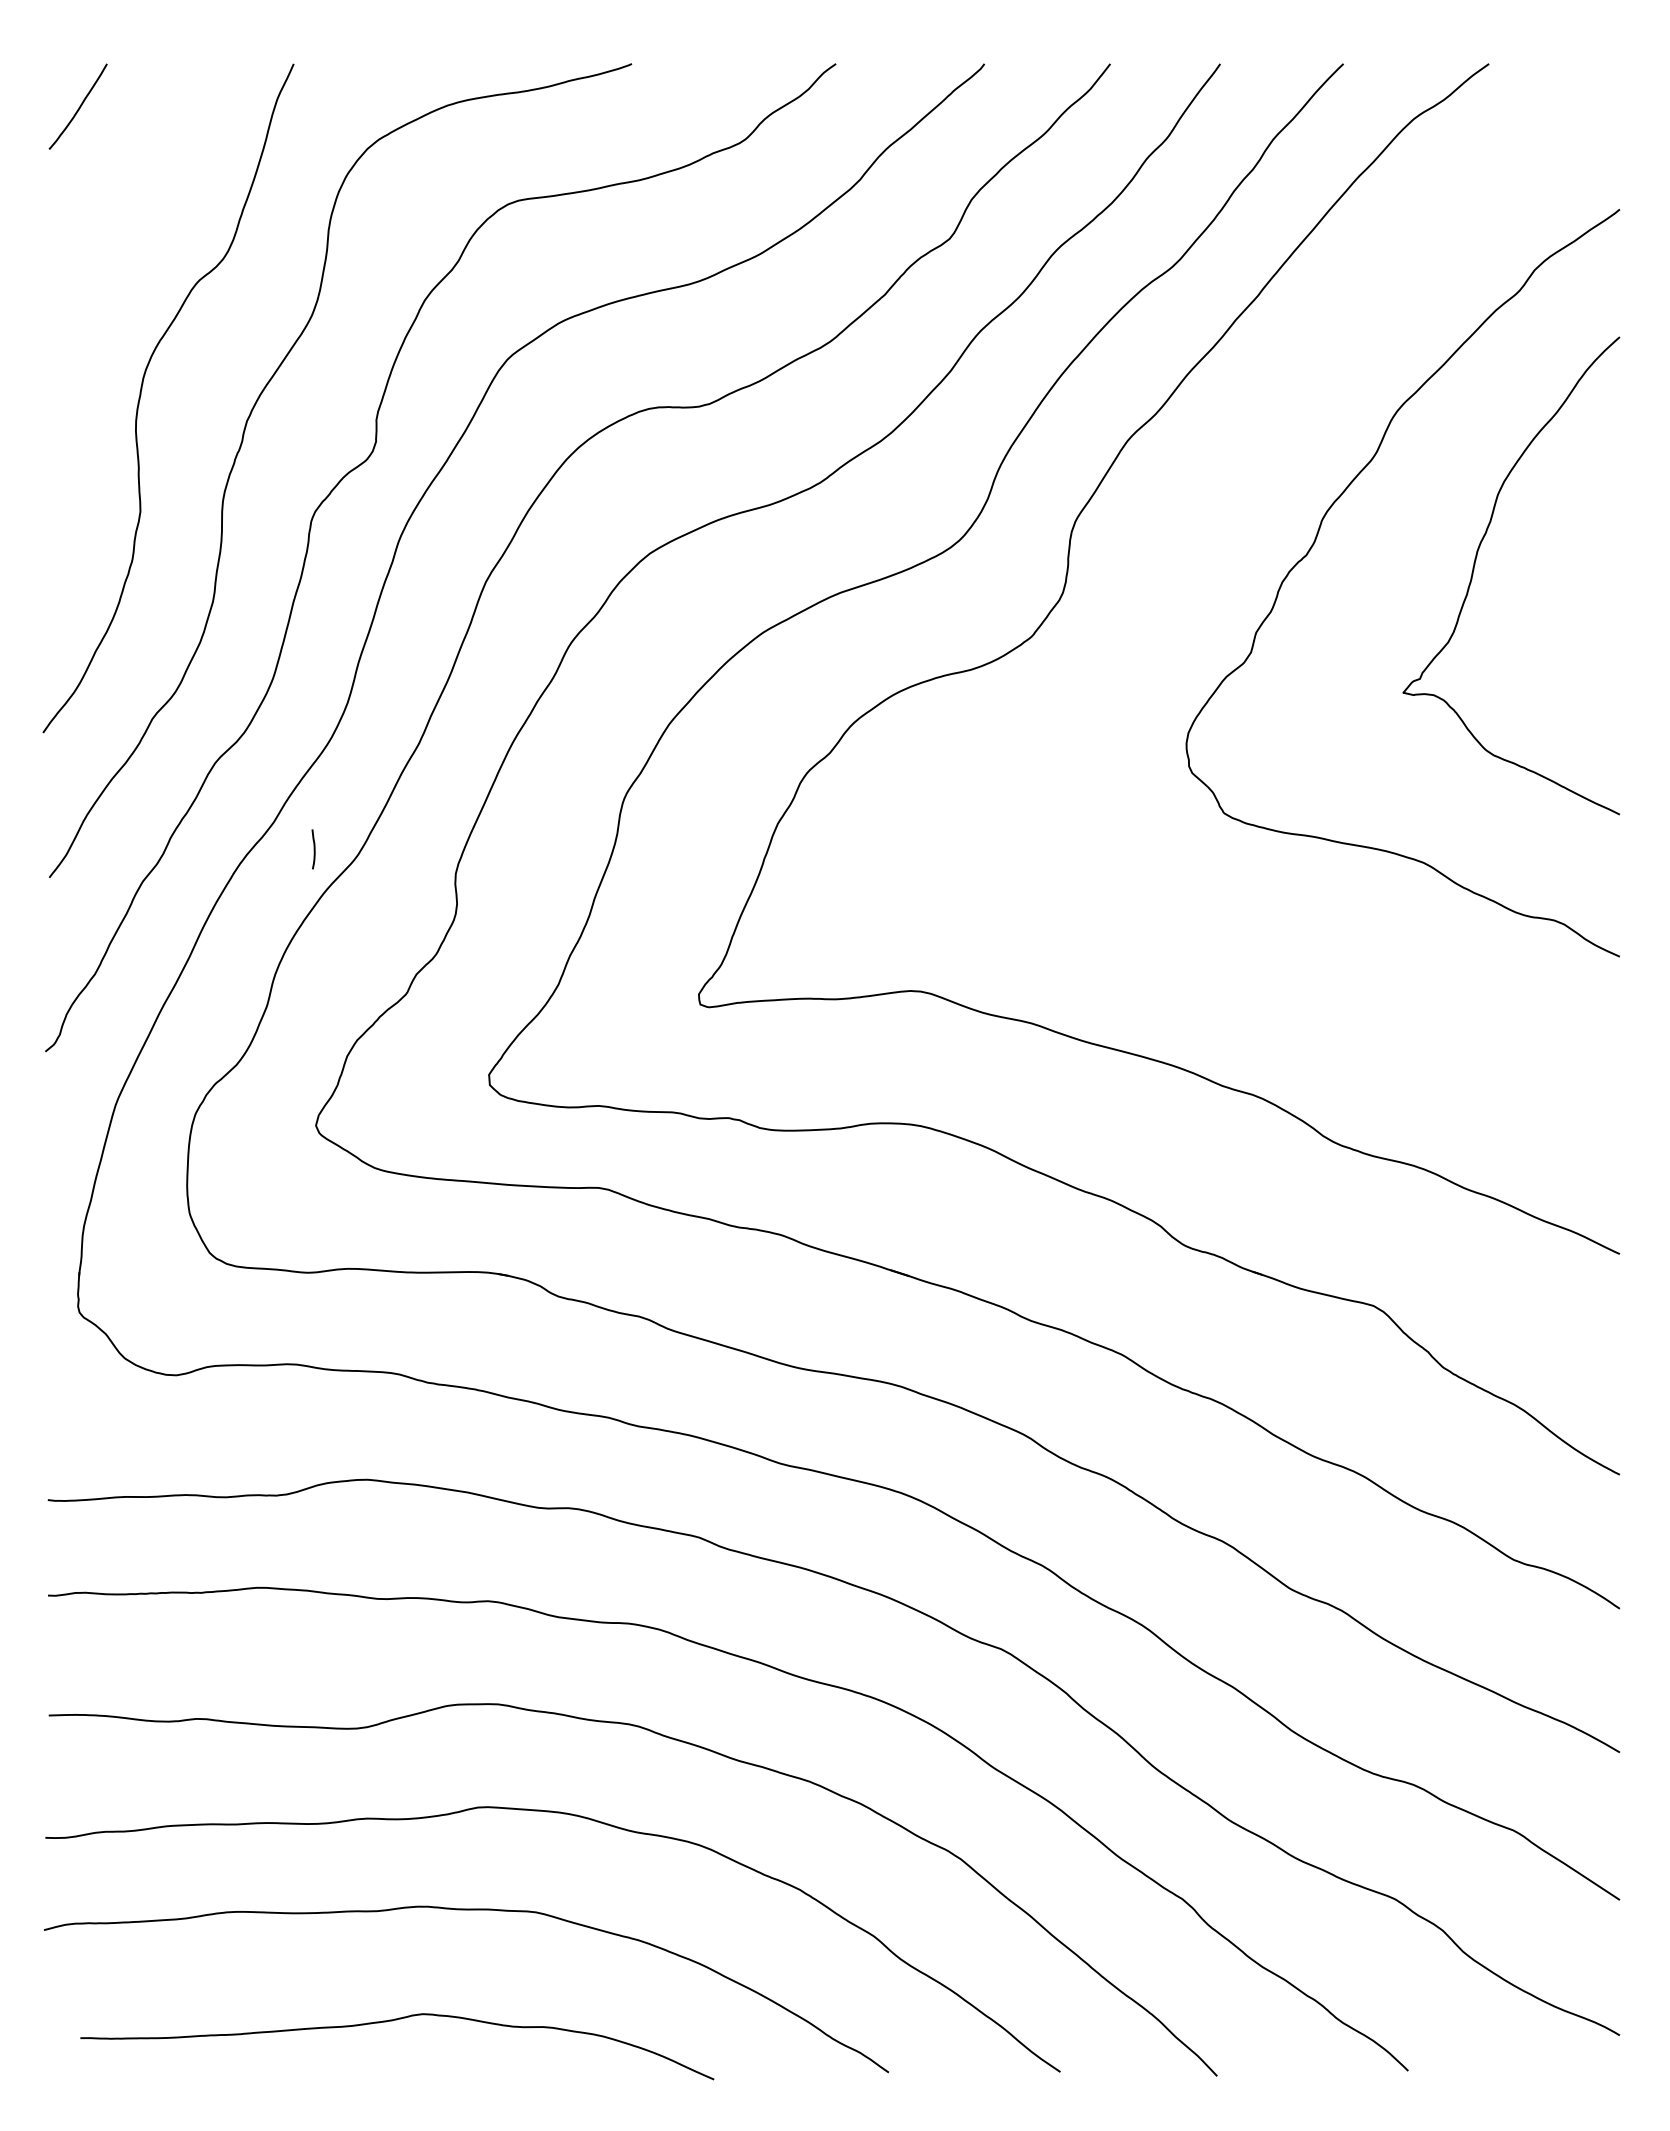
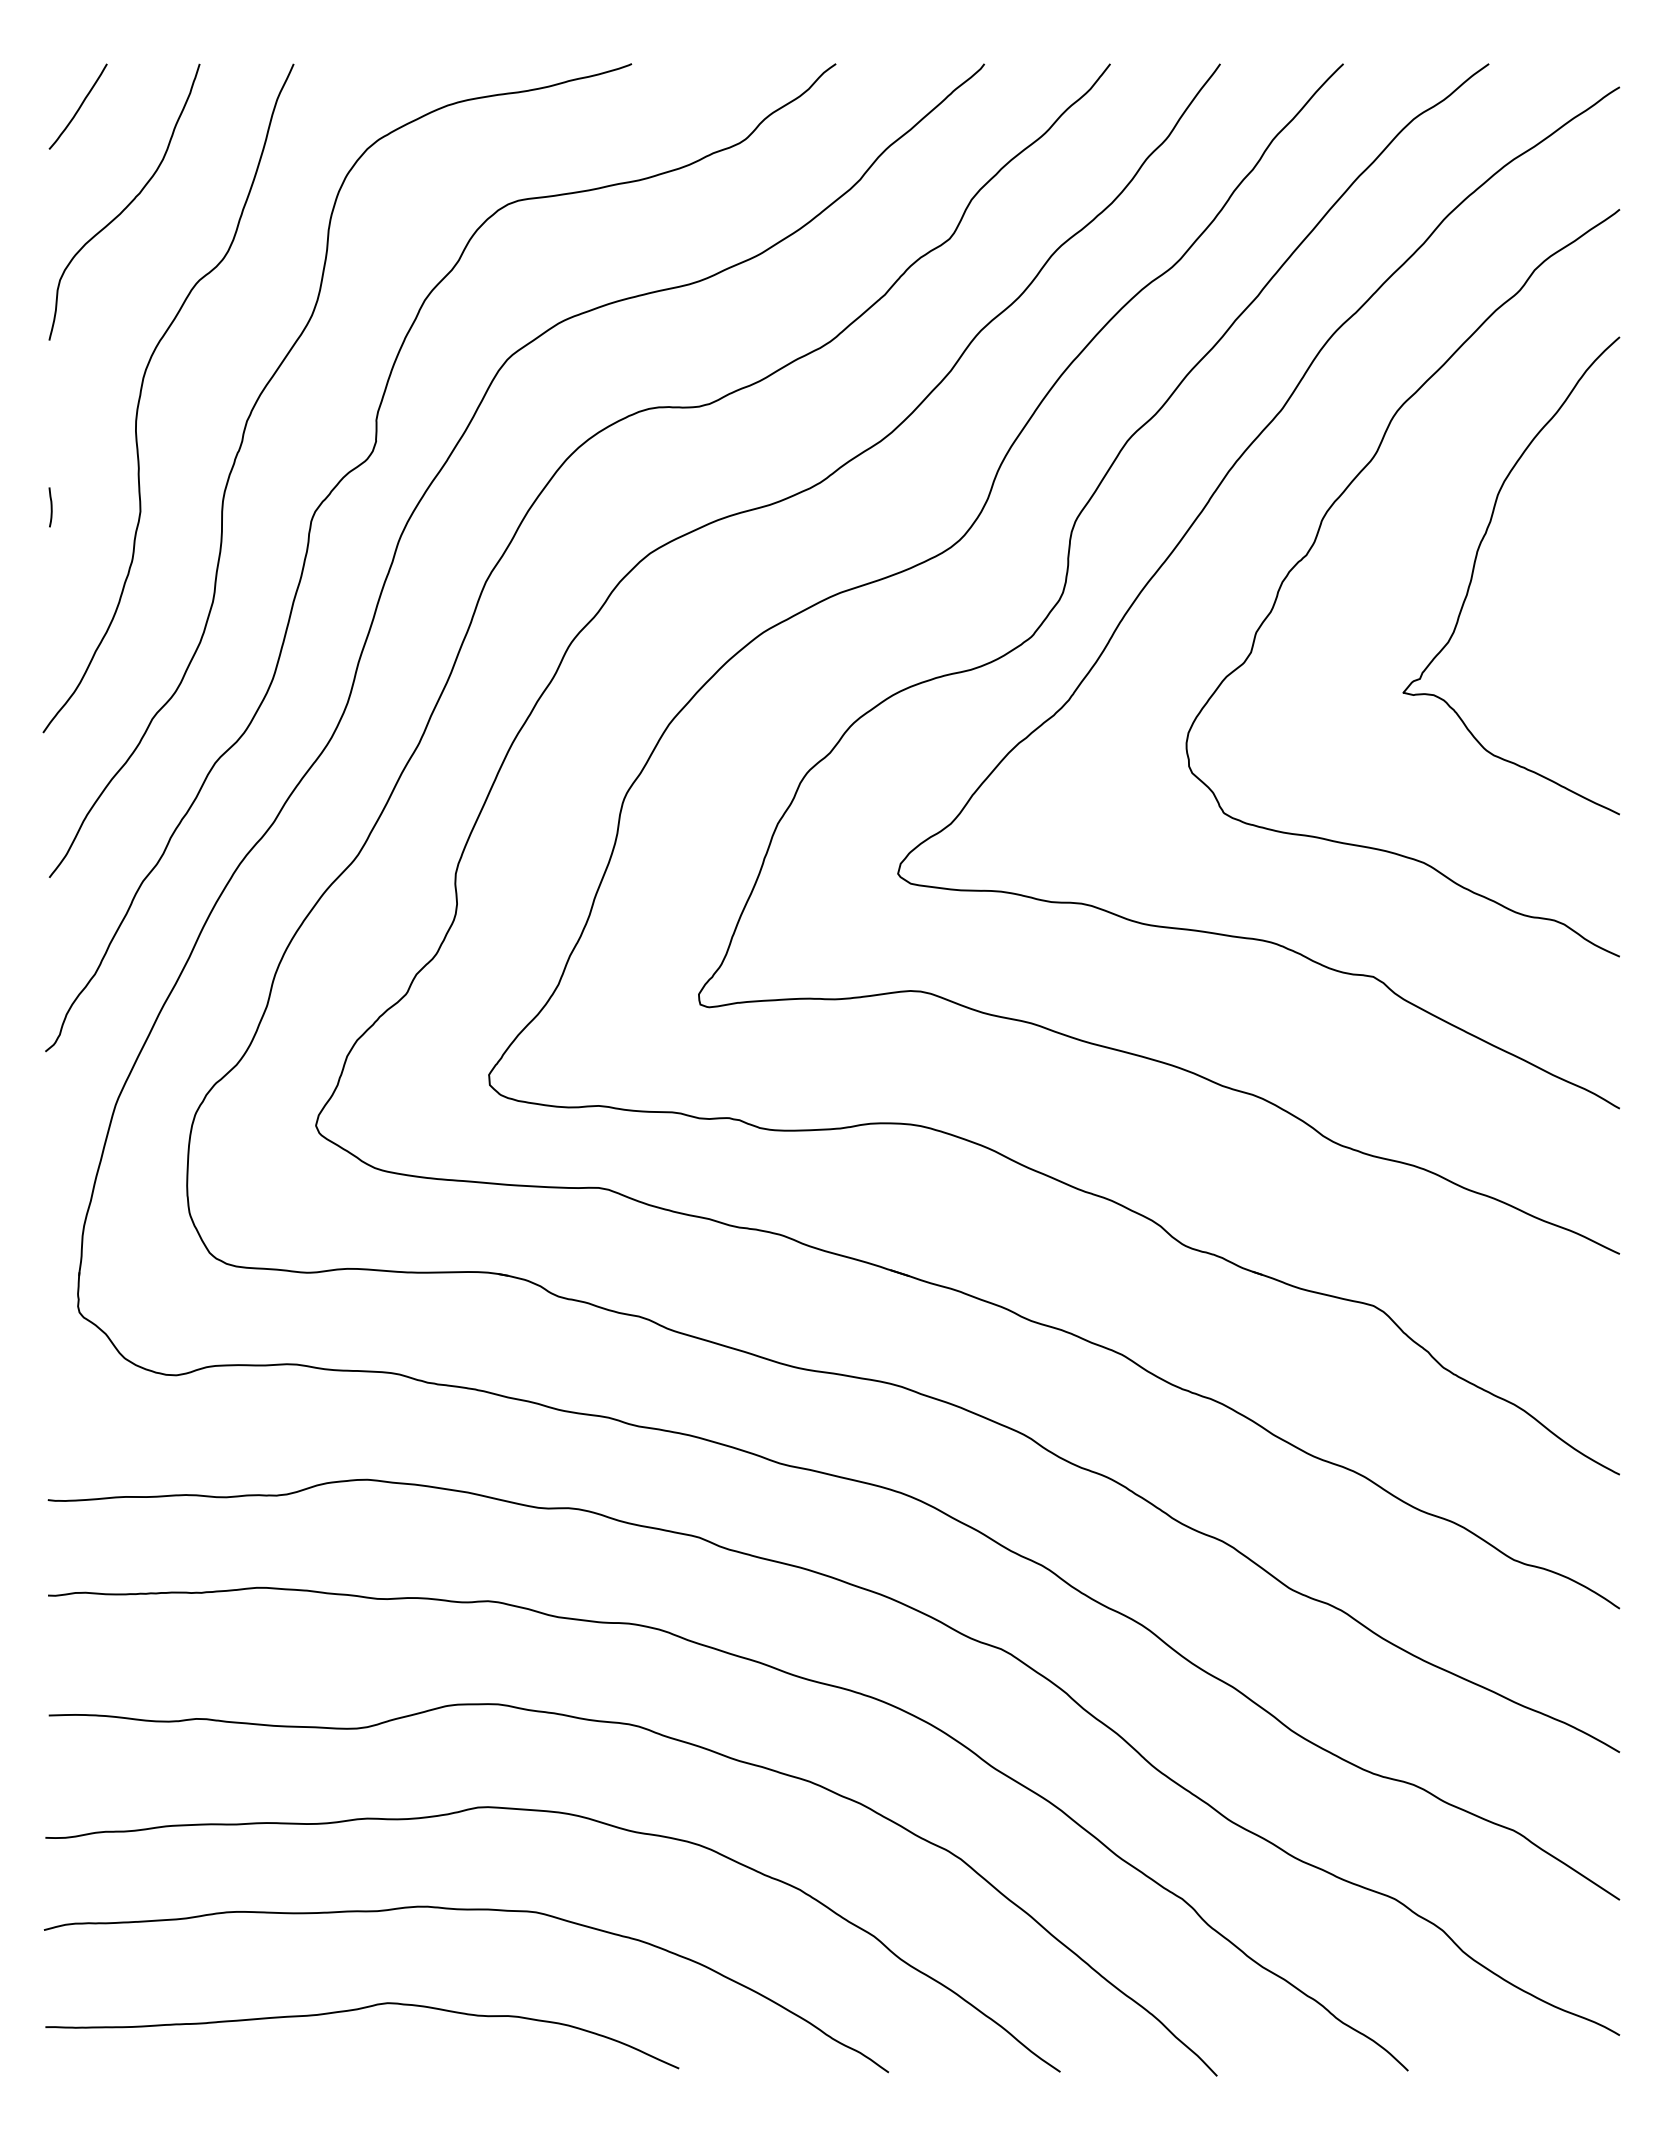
curve at (127, 204): none -> present
curve at (1179, 544): none -> present
curve at (313, 849) position: (313, 849) -> (50, 507)
curve at (392, 2021) position: (392, 2021) -> (357, 2010)
